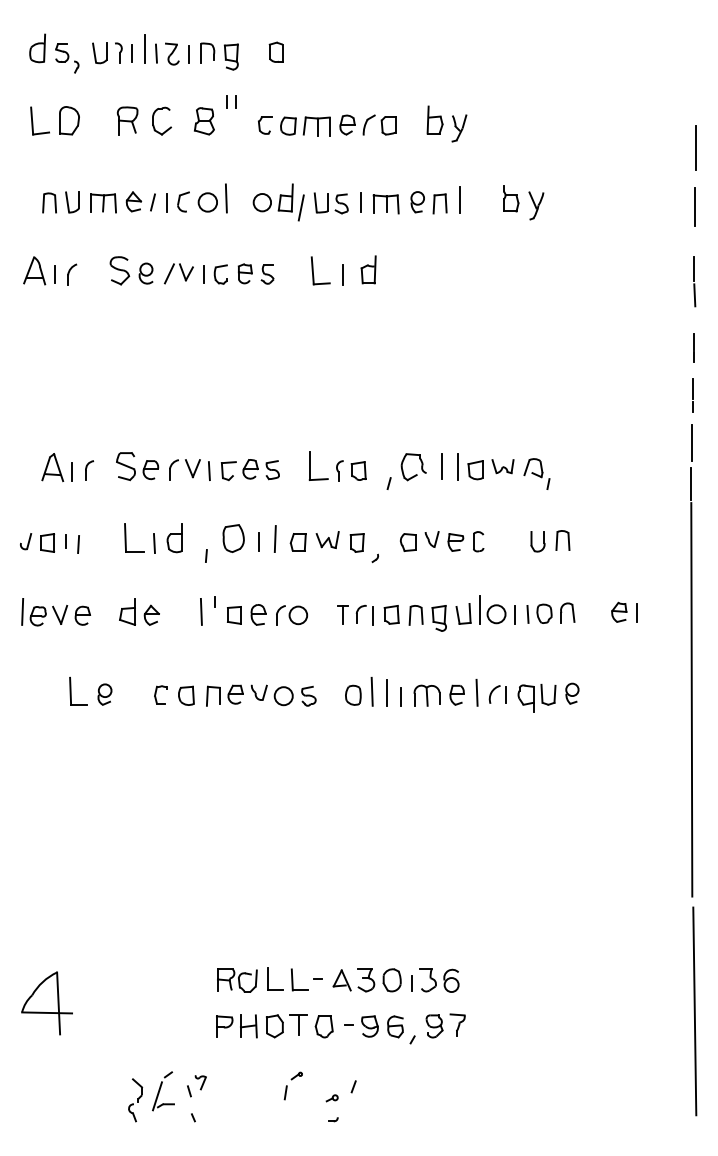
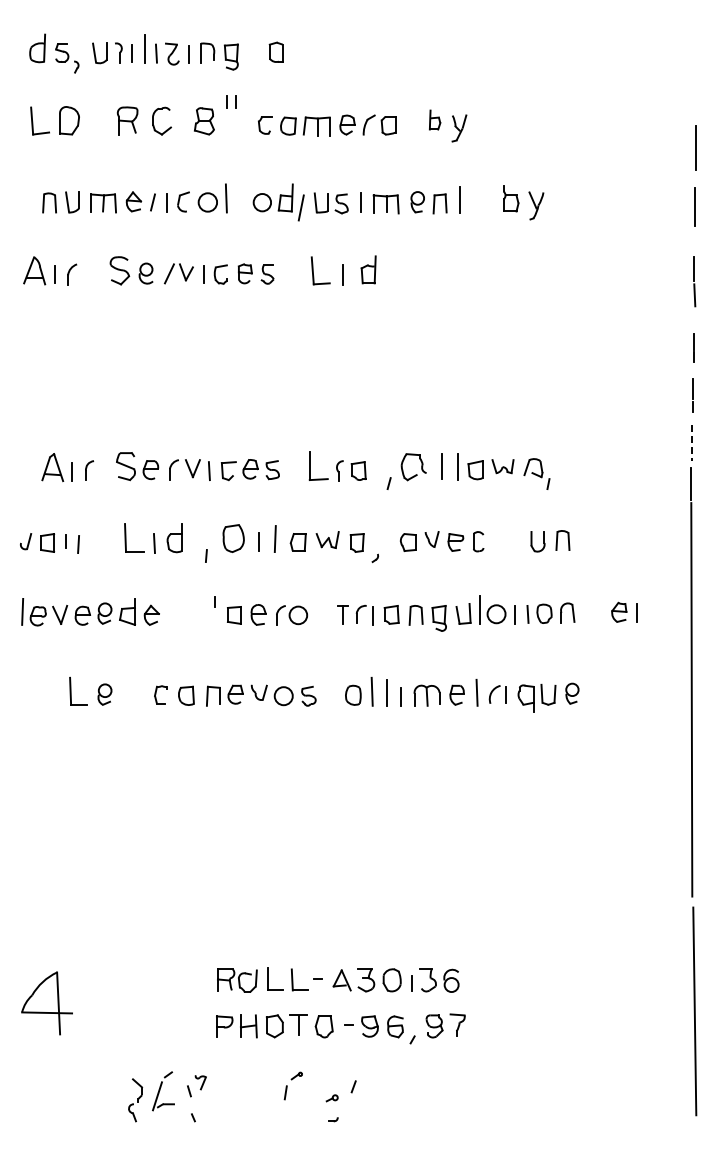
part at (434, 119) size: 18x30 px -> 13x22 px
line at (692, 443): solid -> dashed
line at (200, 611): present -> none
part at (104, 613): none -> present
